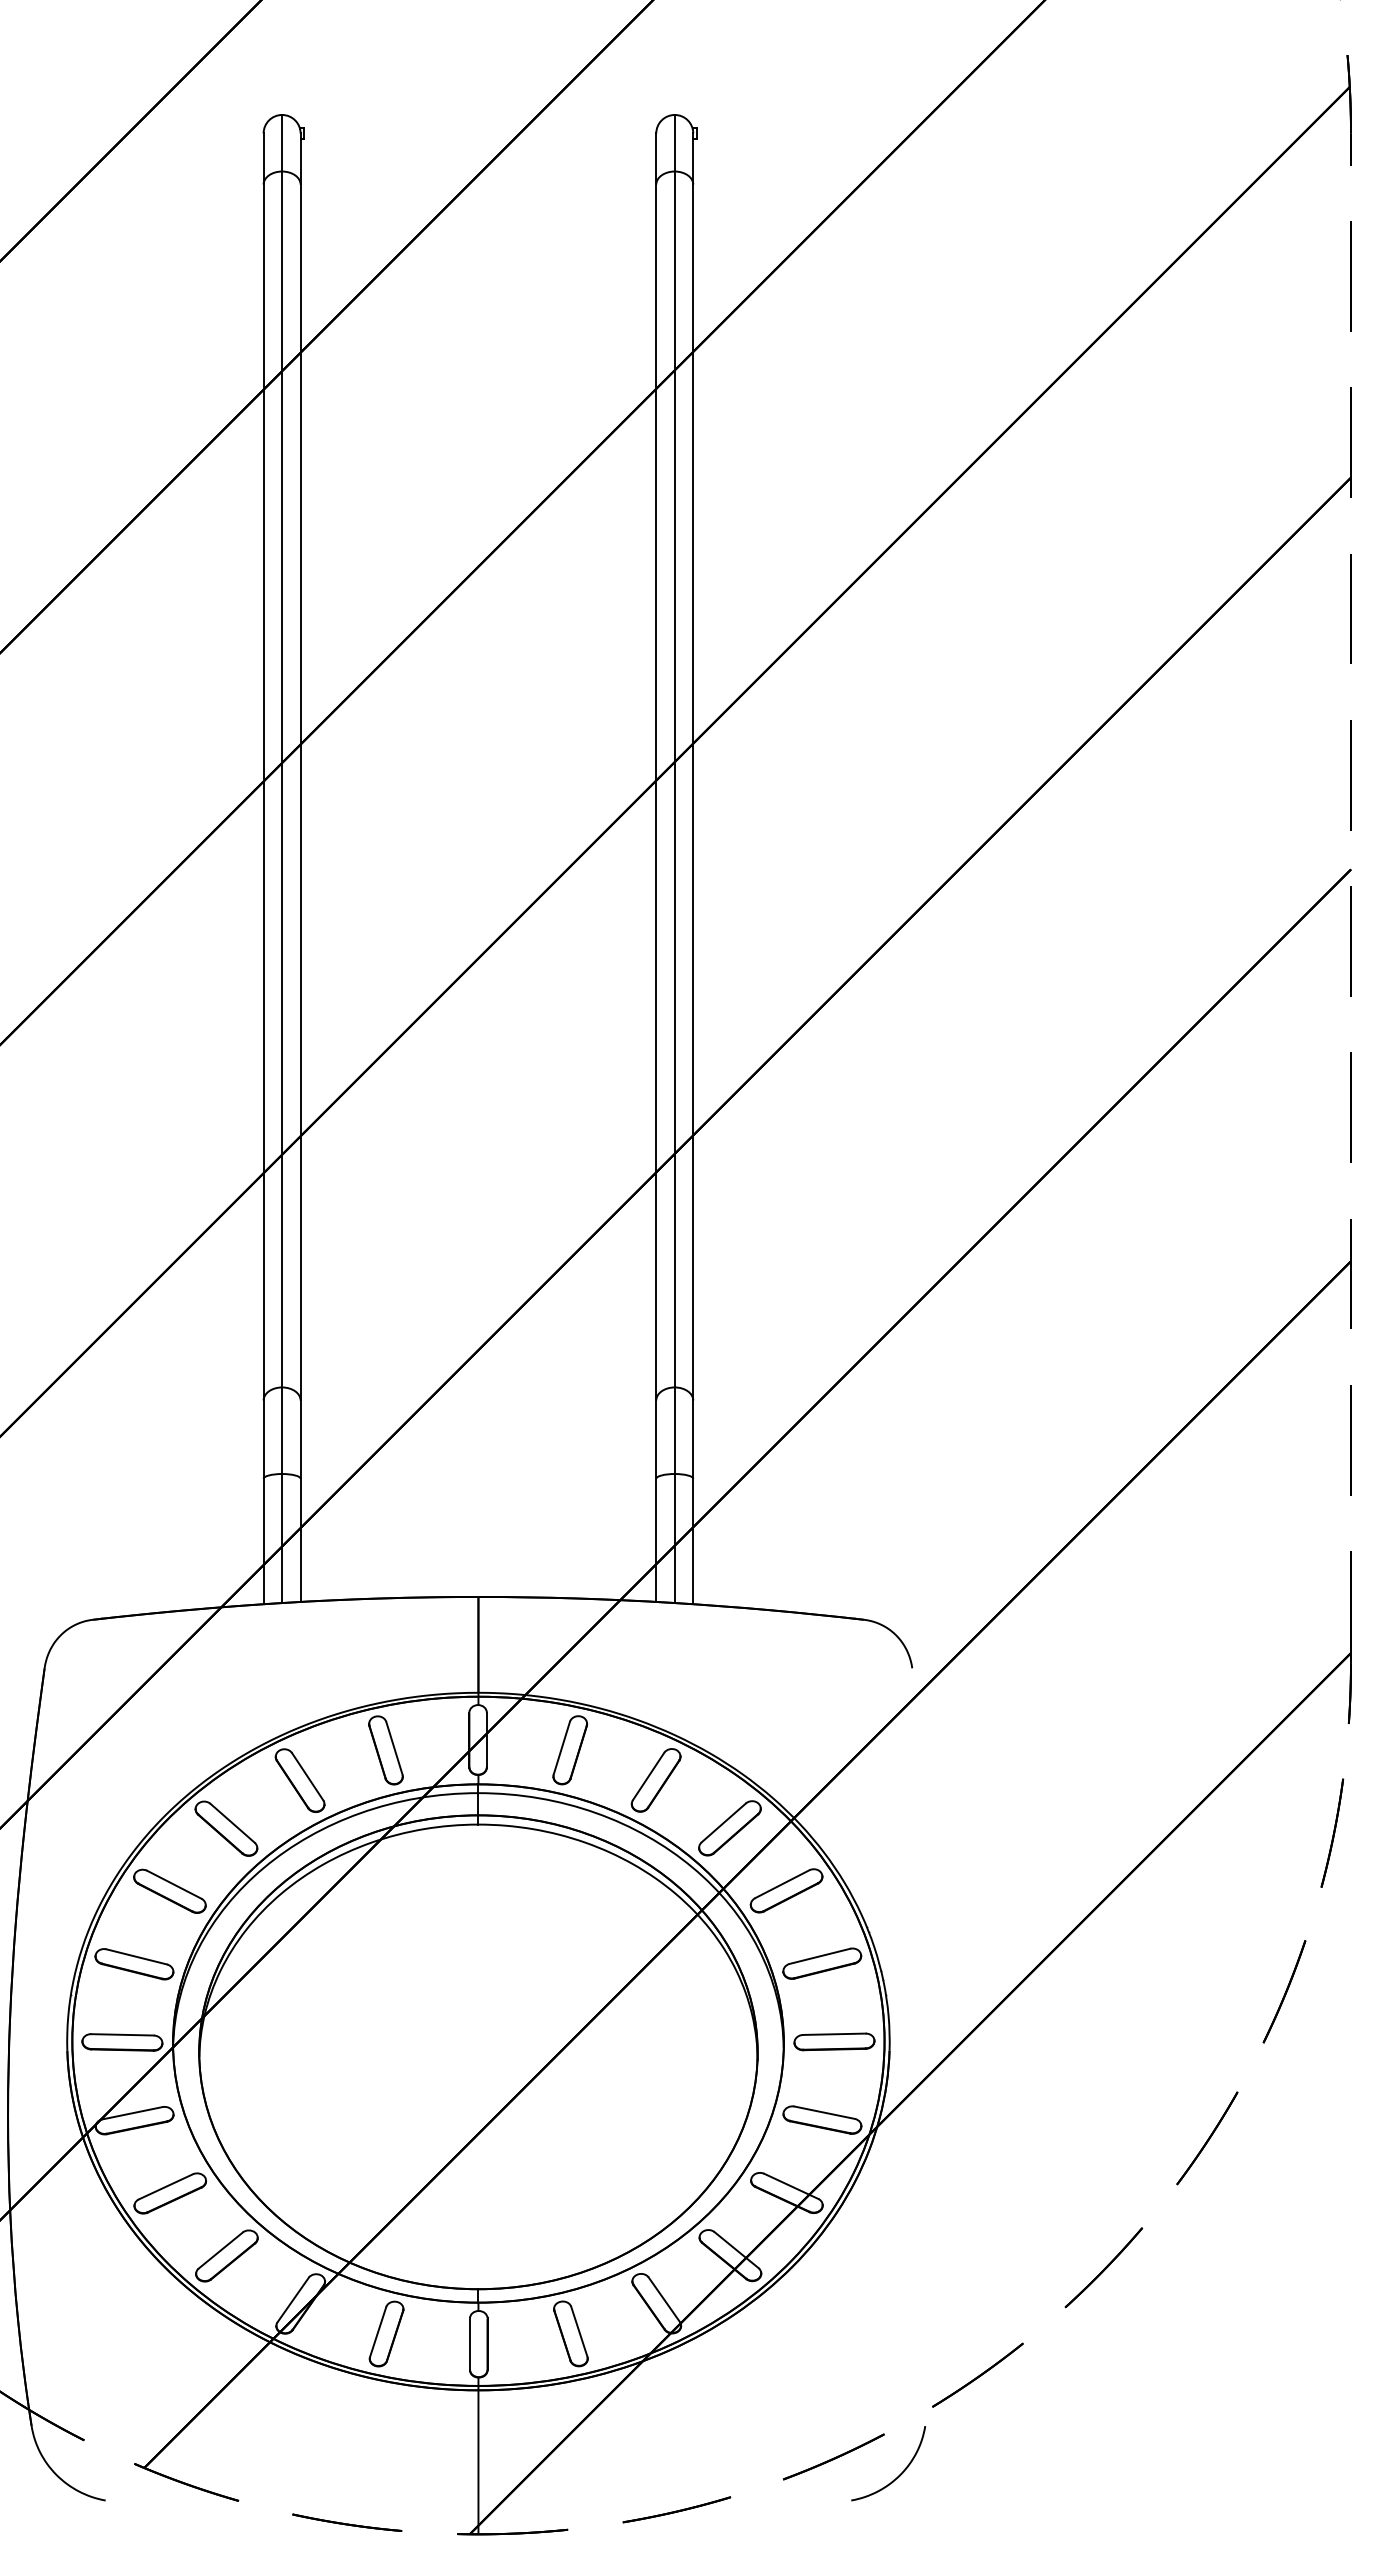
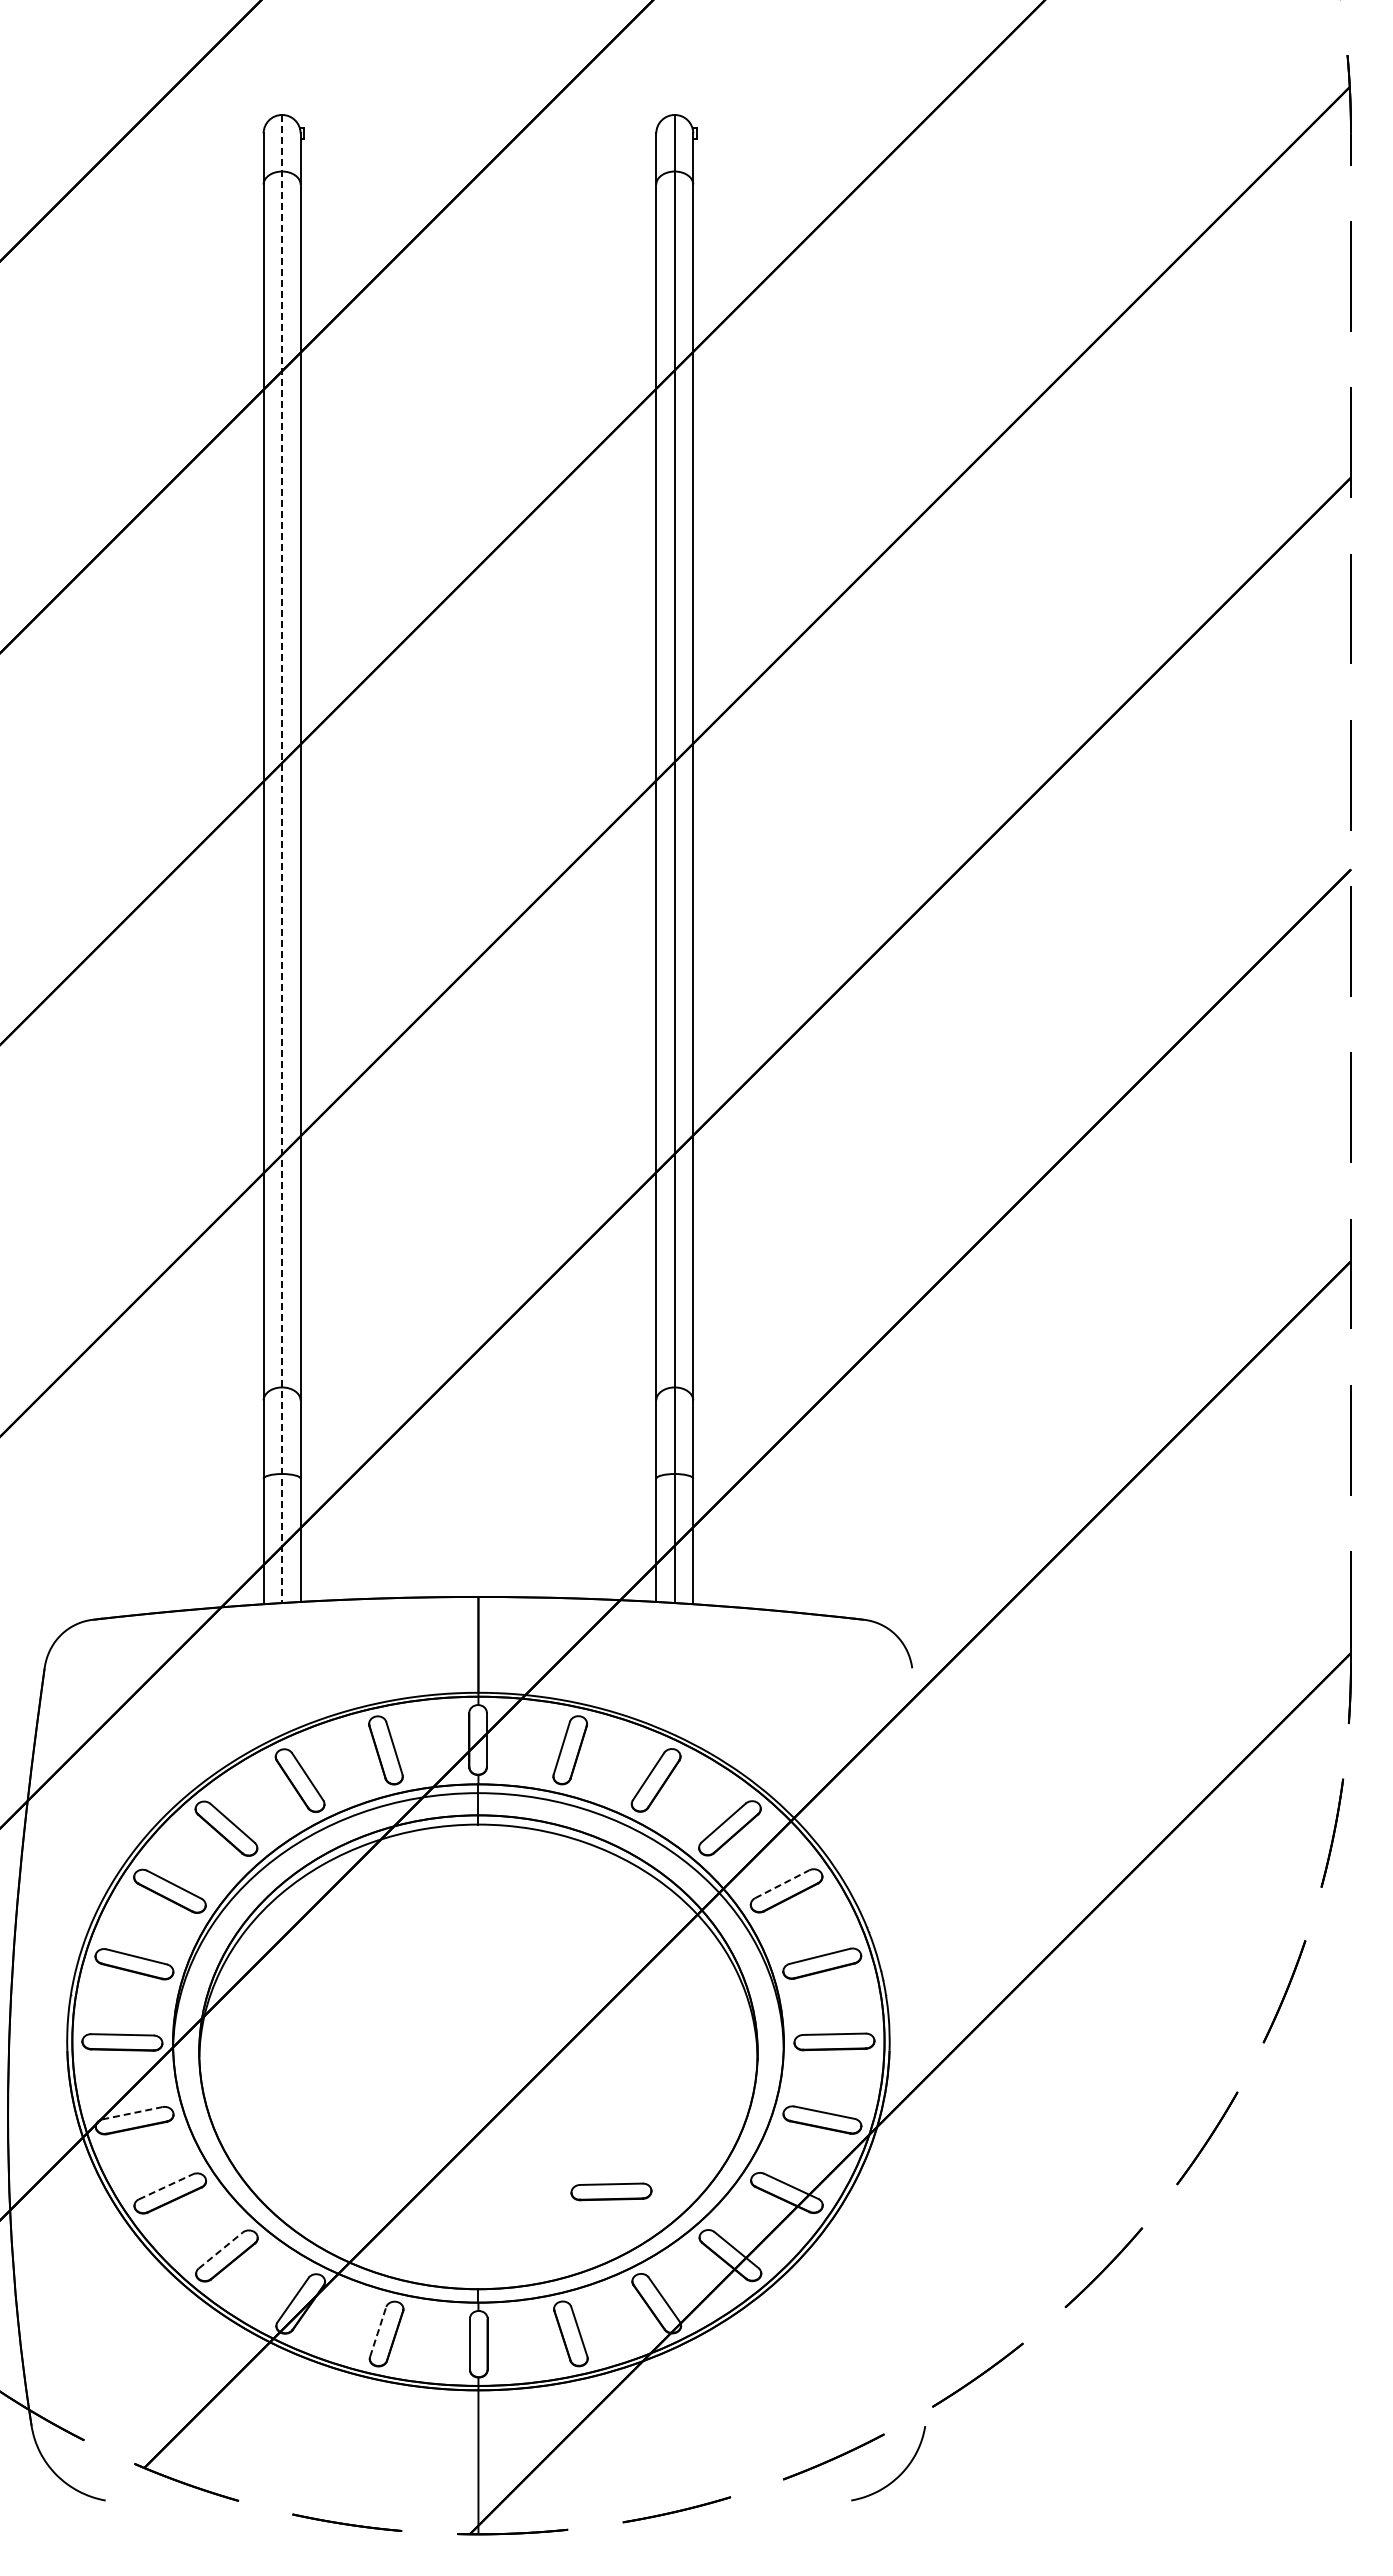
line at (282, 859): solid -> dashed
line at (782, 1884): solid -> dashed
line at (132, 2113): solid -> dashed
line at (165, 2186): solid -> dashed
part at (611, 2191): none -> present
line at (220, 2250): solid -> dashed
line at (378, 2331): solid -> dashed
